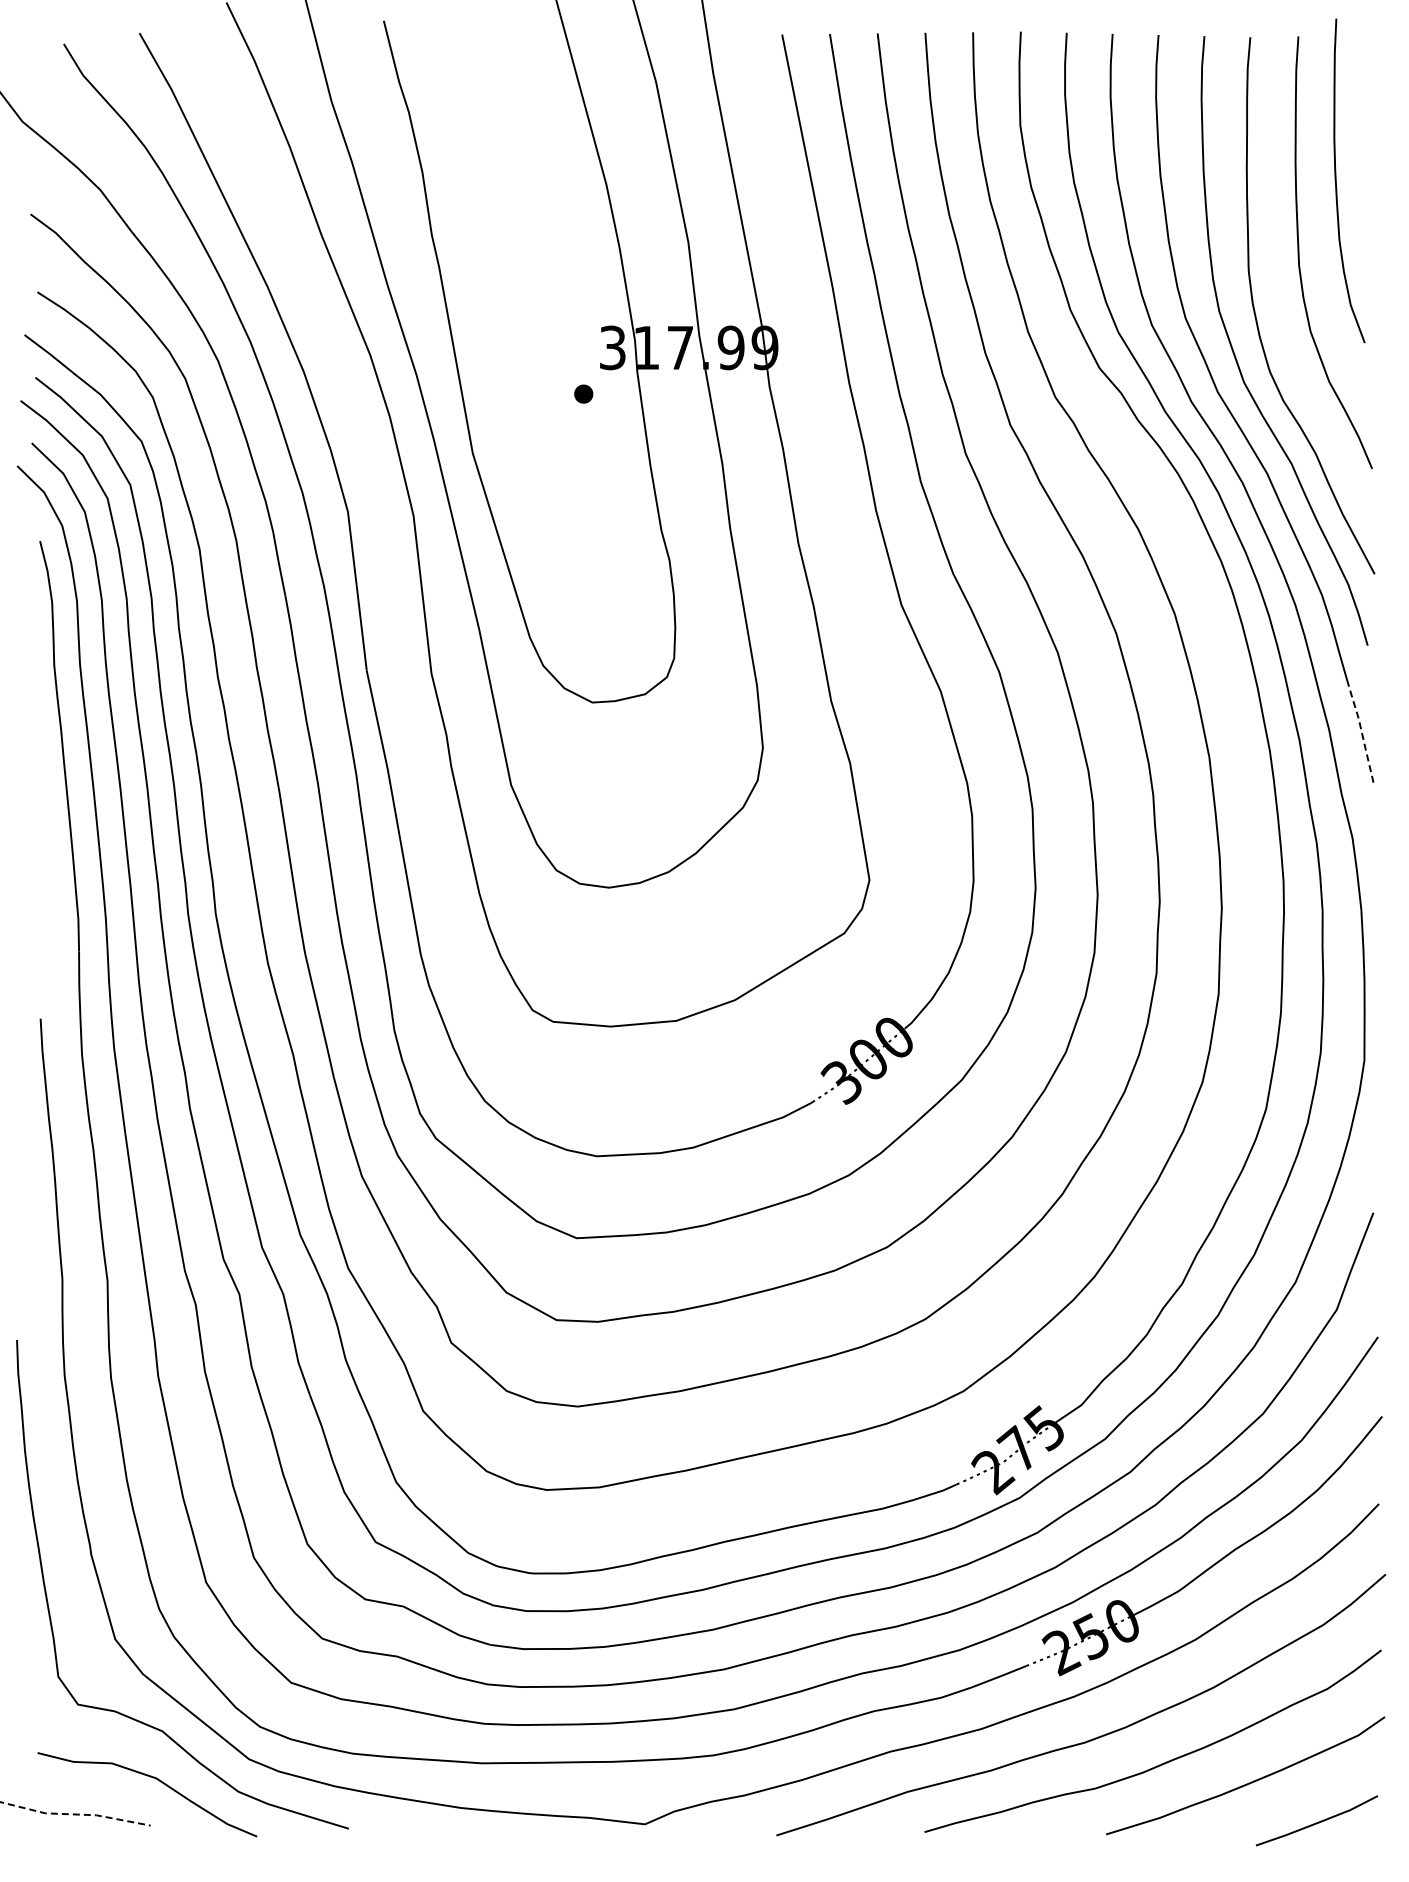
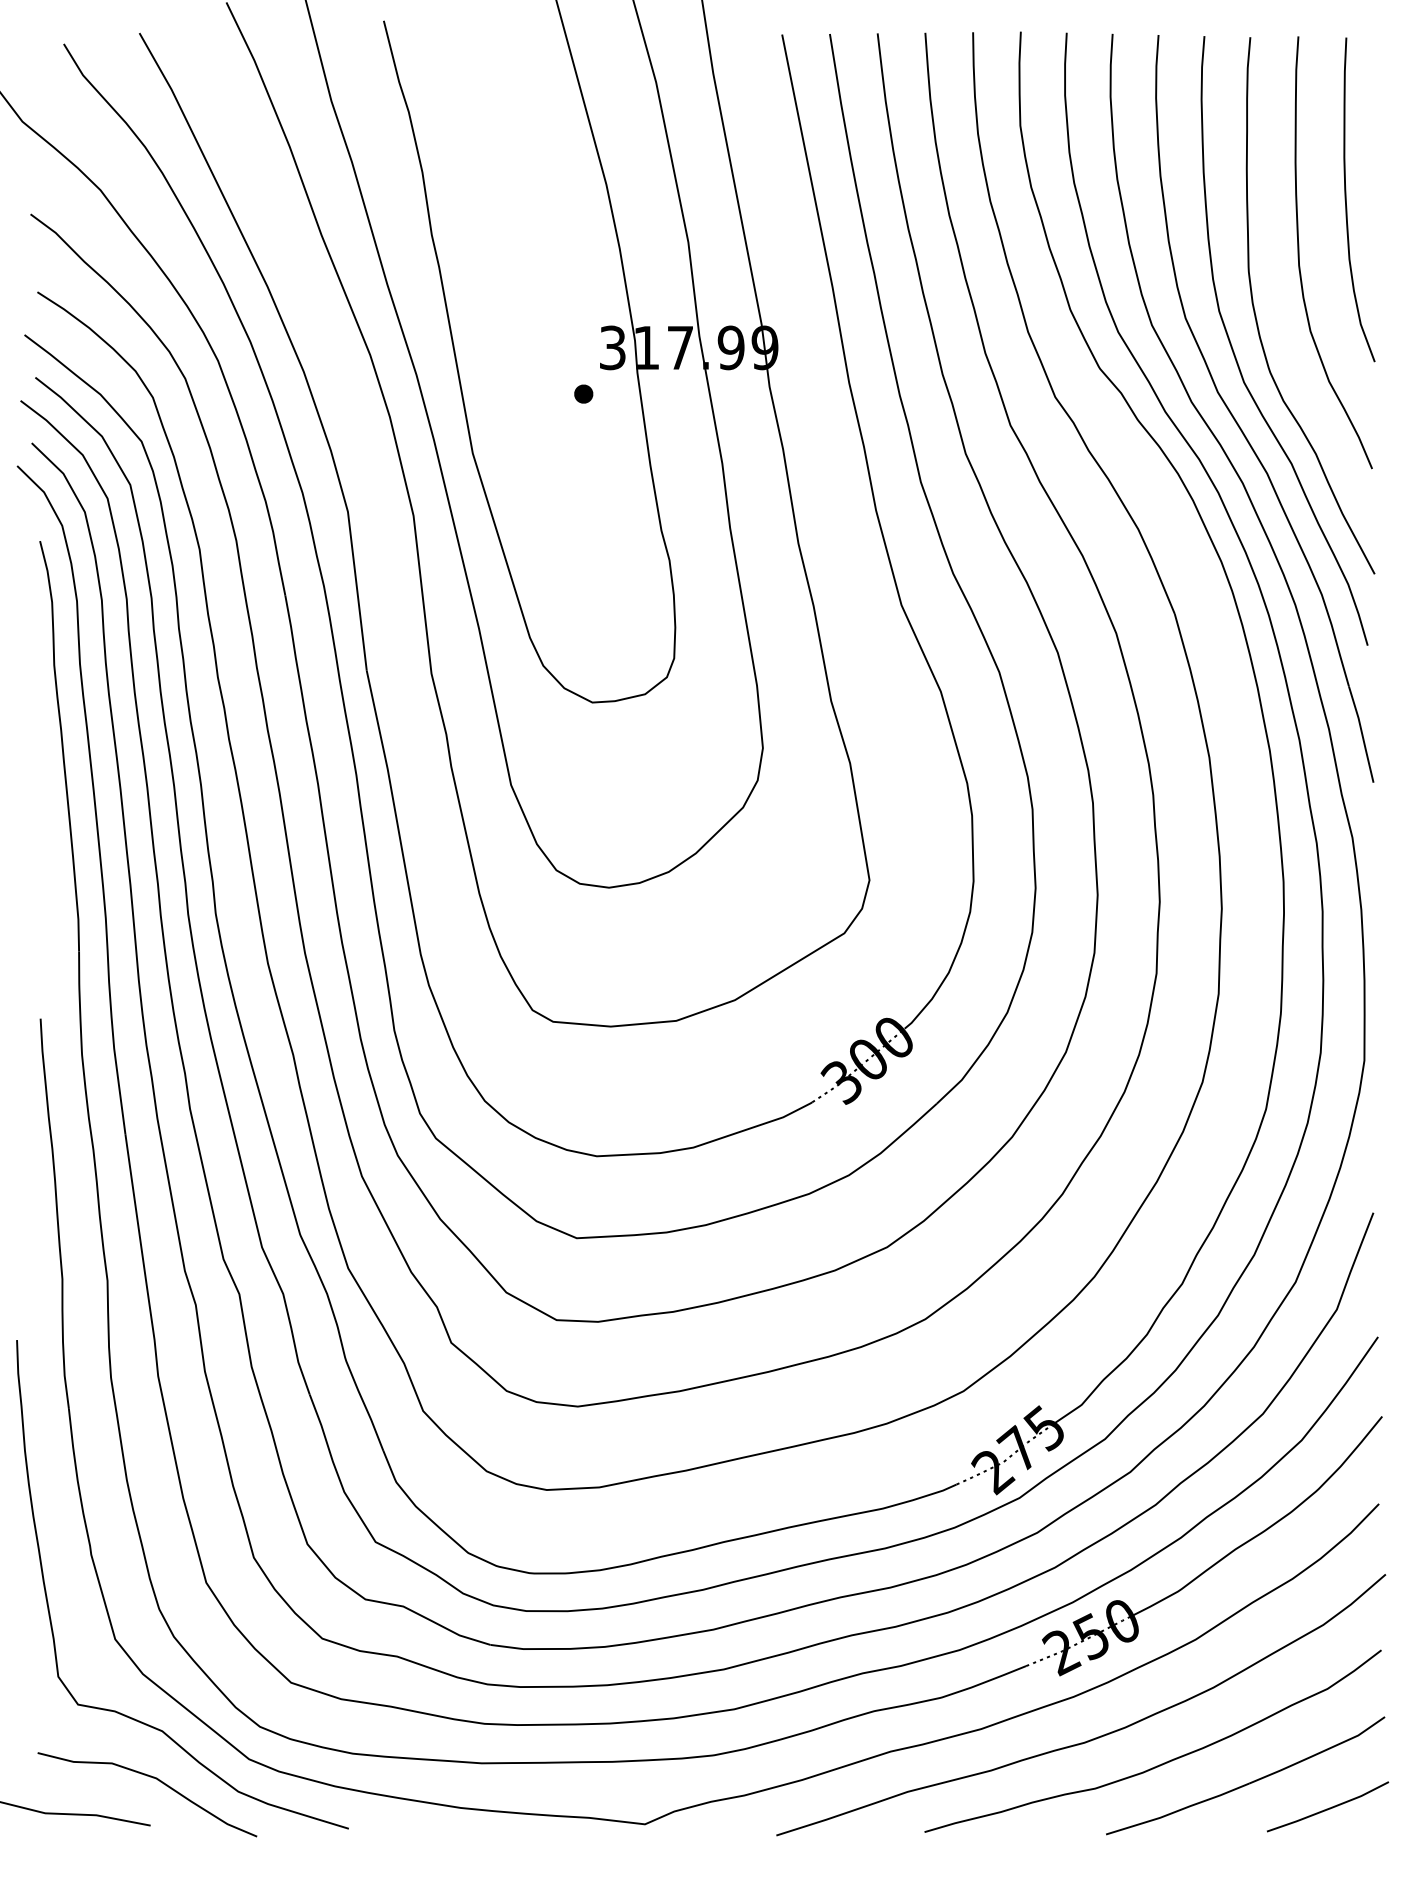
curve at (1336, 180) position: (1336, 180) -> (1346, 199)
line at (1362, 733): dashed -> solid
line at (75, 1814): dashed -> solid
curve at (1318, 1821) position: (1318, 1821) -> (1329, 1807)
